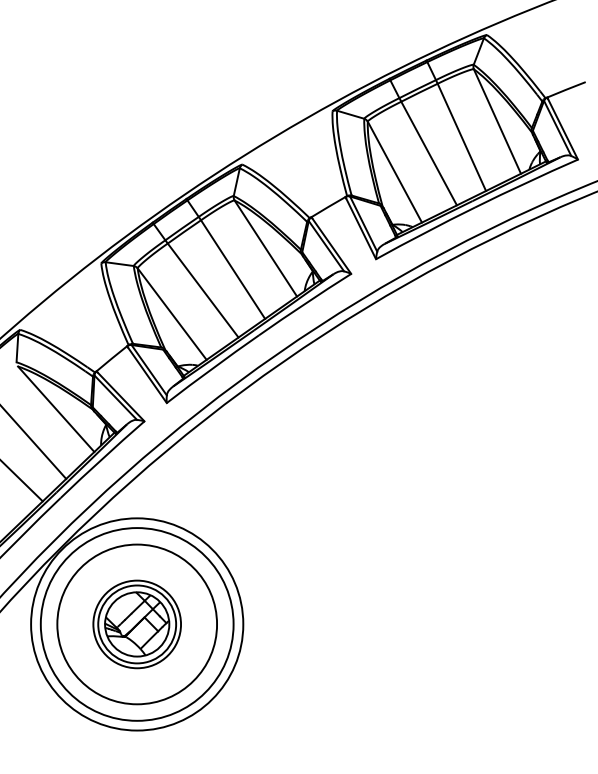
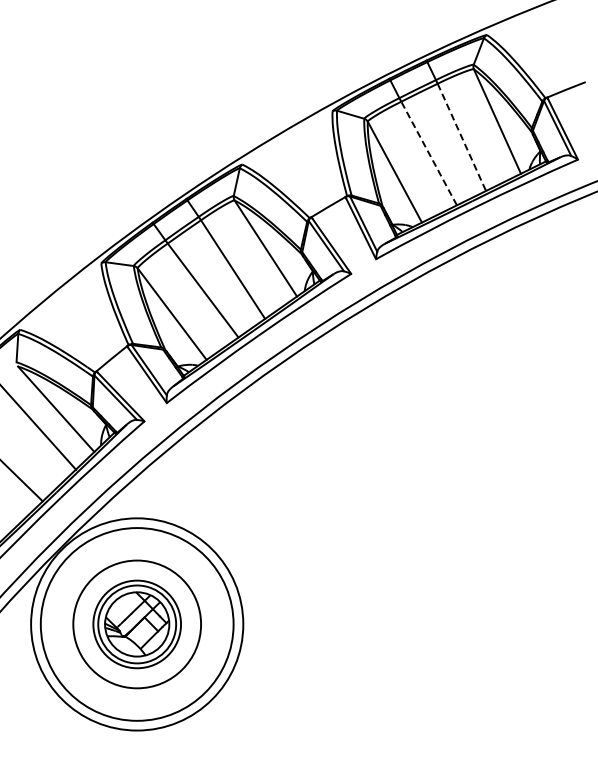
line at (461, 137): solid -> dashed
line at (429, 153): solid -> dashed
line at (34, 442) position: (34, 442) -> (39, 428)
circle at (137, 624) diameter: 160 px -> 128 px
